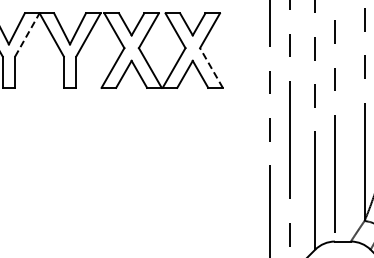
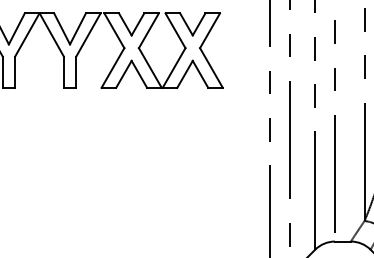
line at (27, 35): dashed -> solid
line at (211, 68): dashed -> solid
